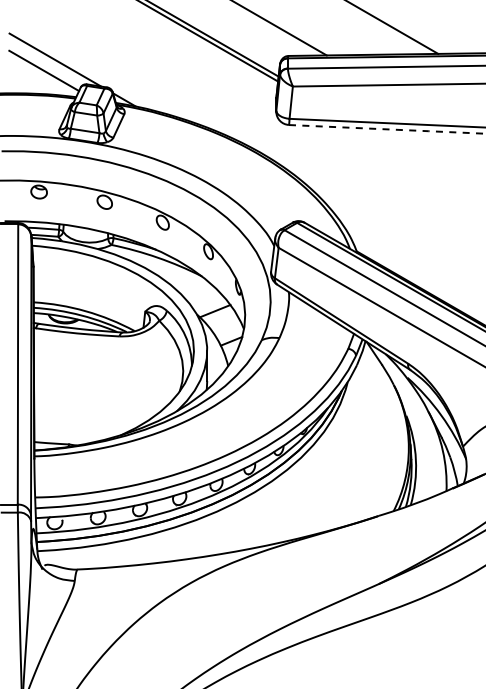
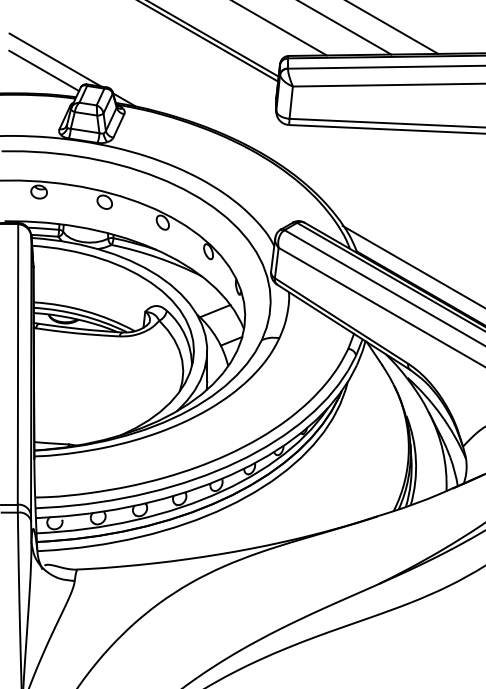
line at (345, 28): none -> present
line at (387, 129): dashed -> solid
line at (412, 265): none -> present
